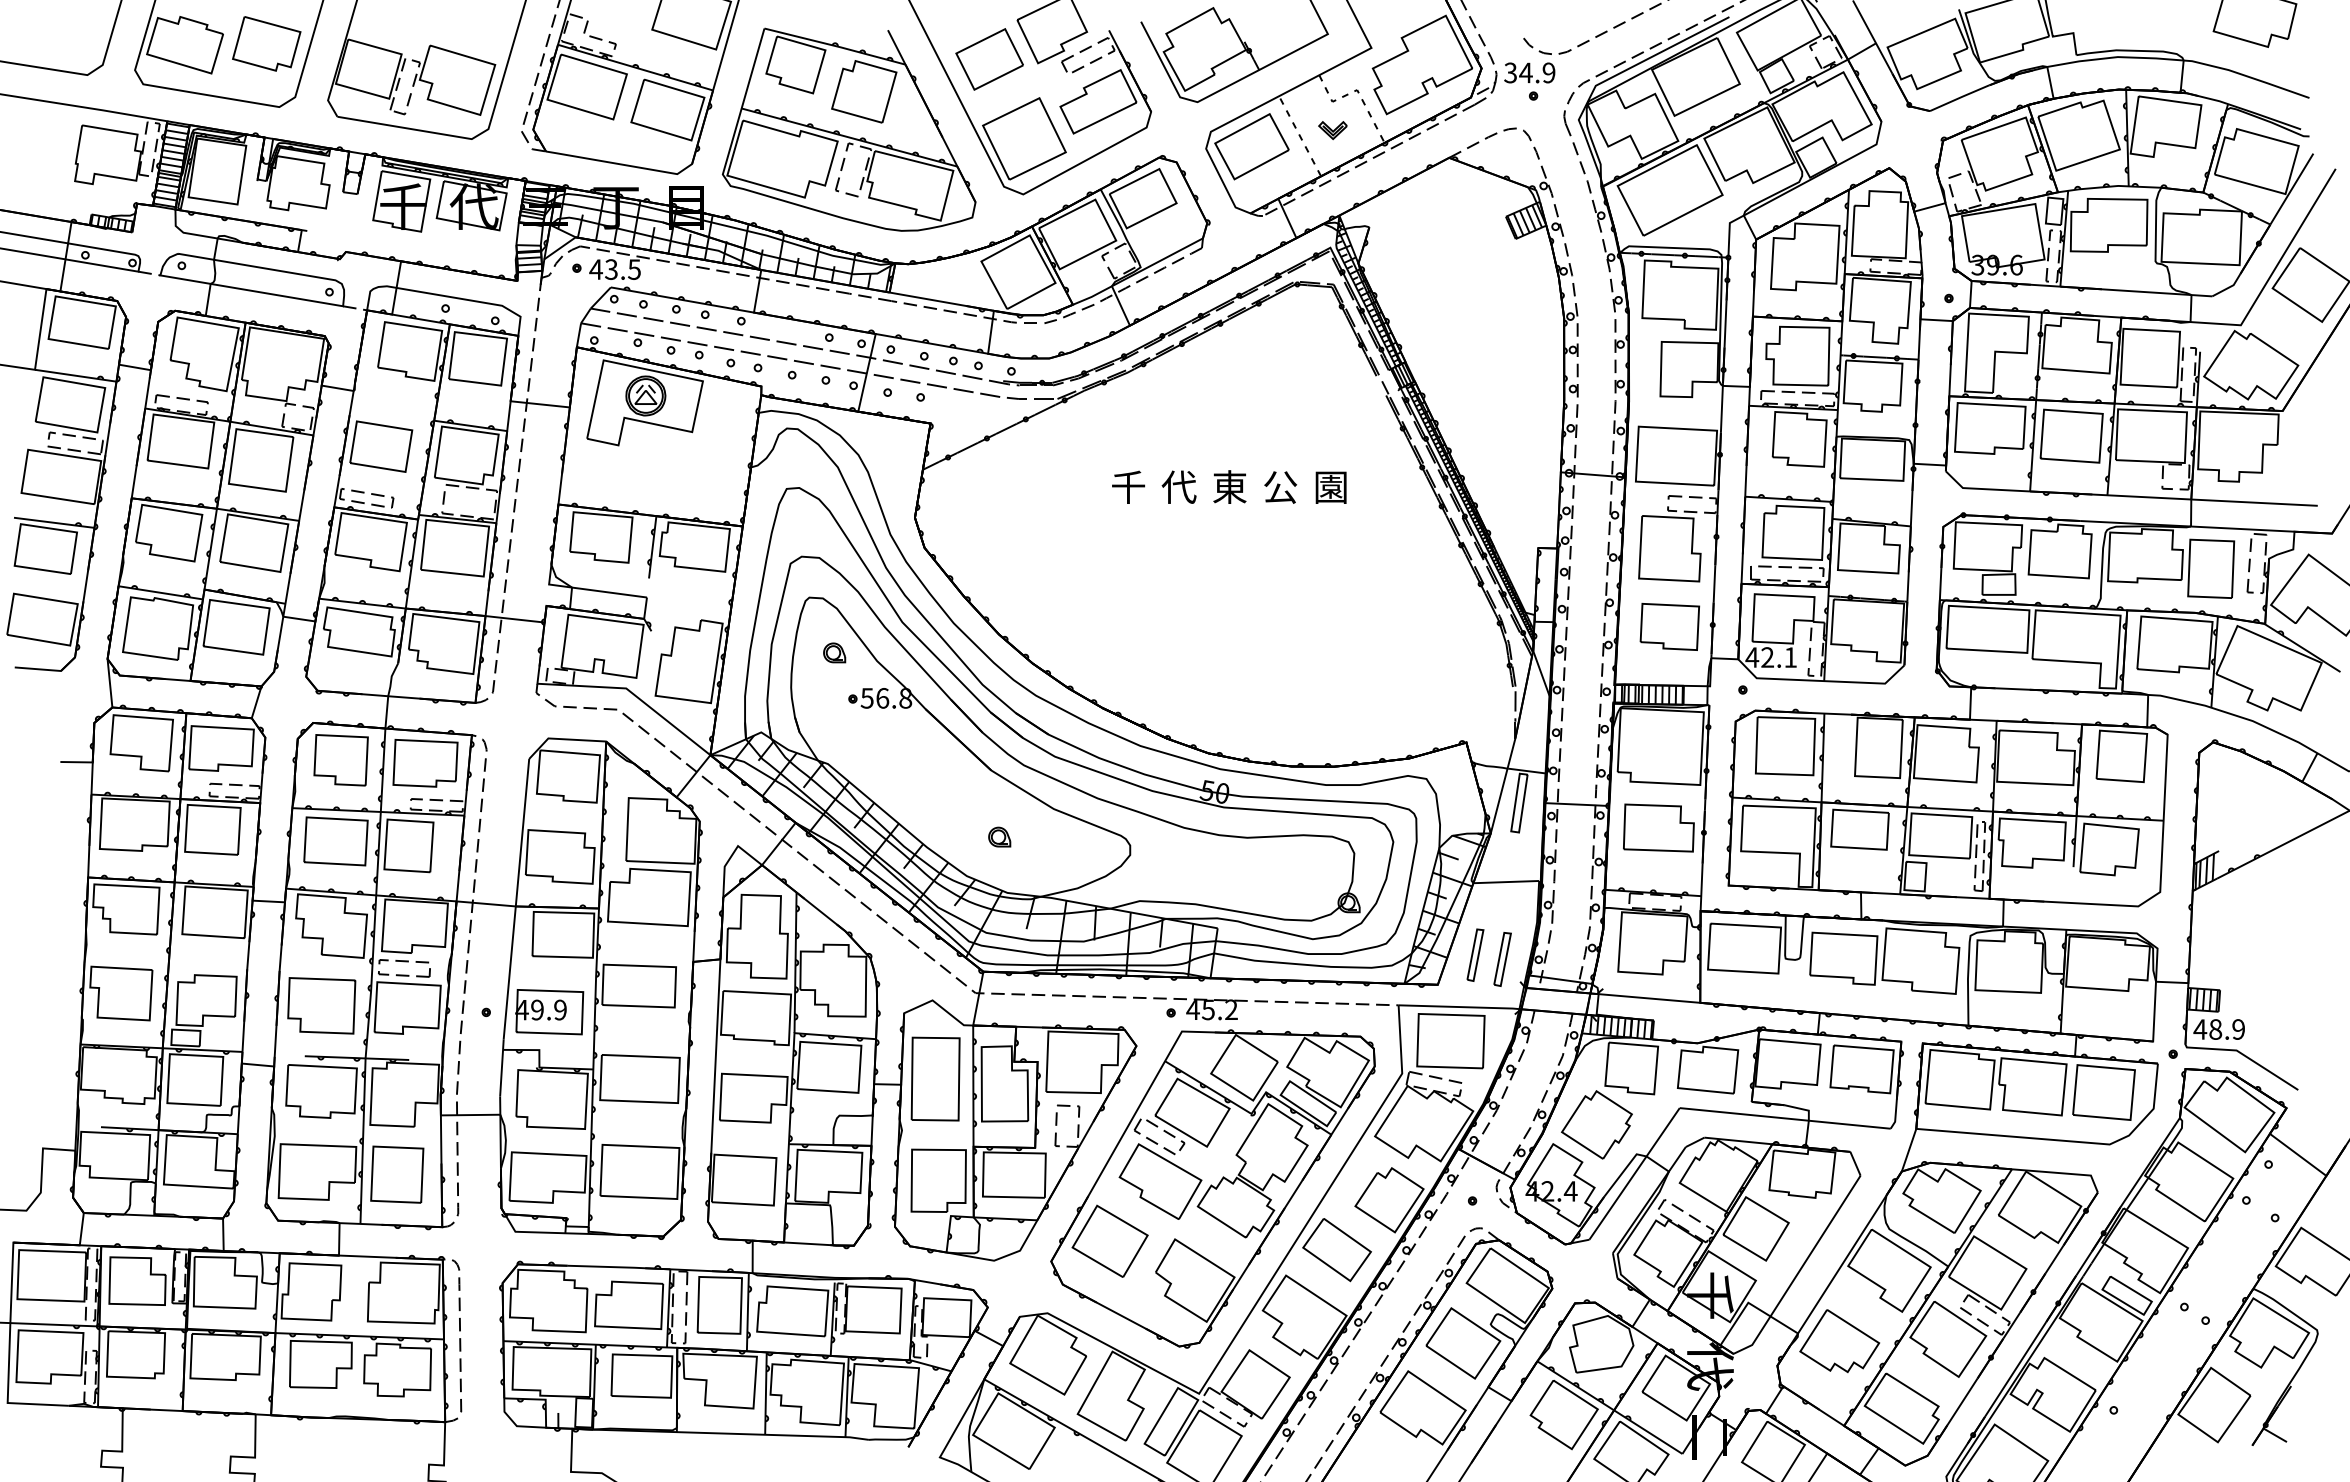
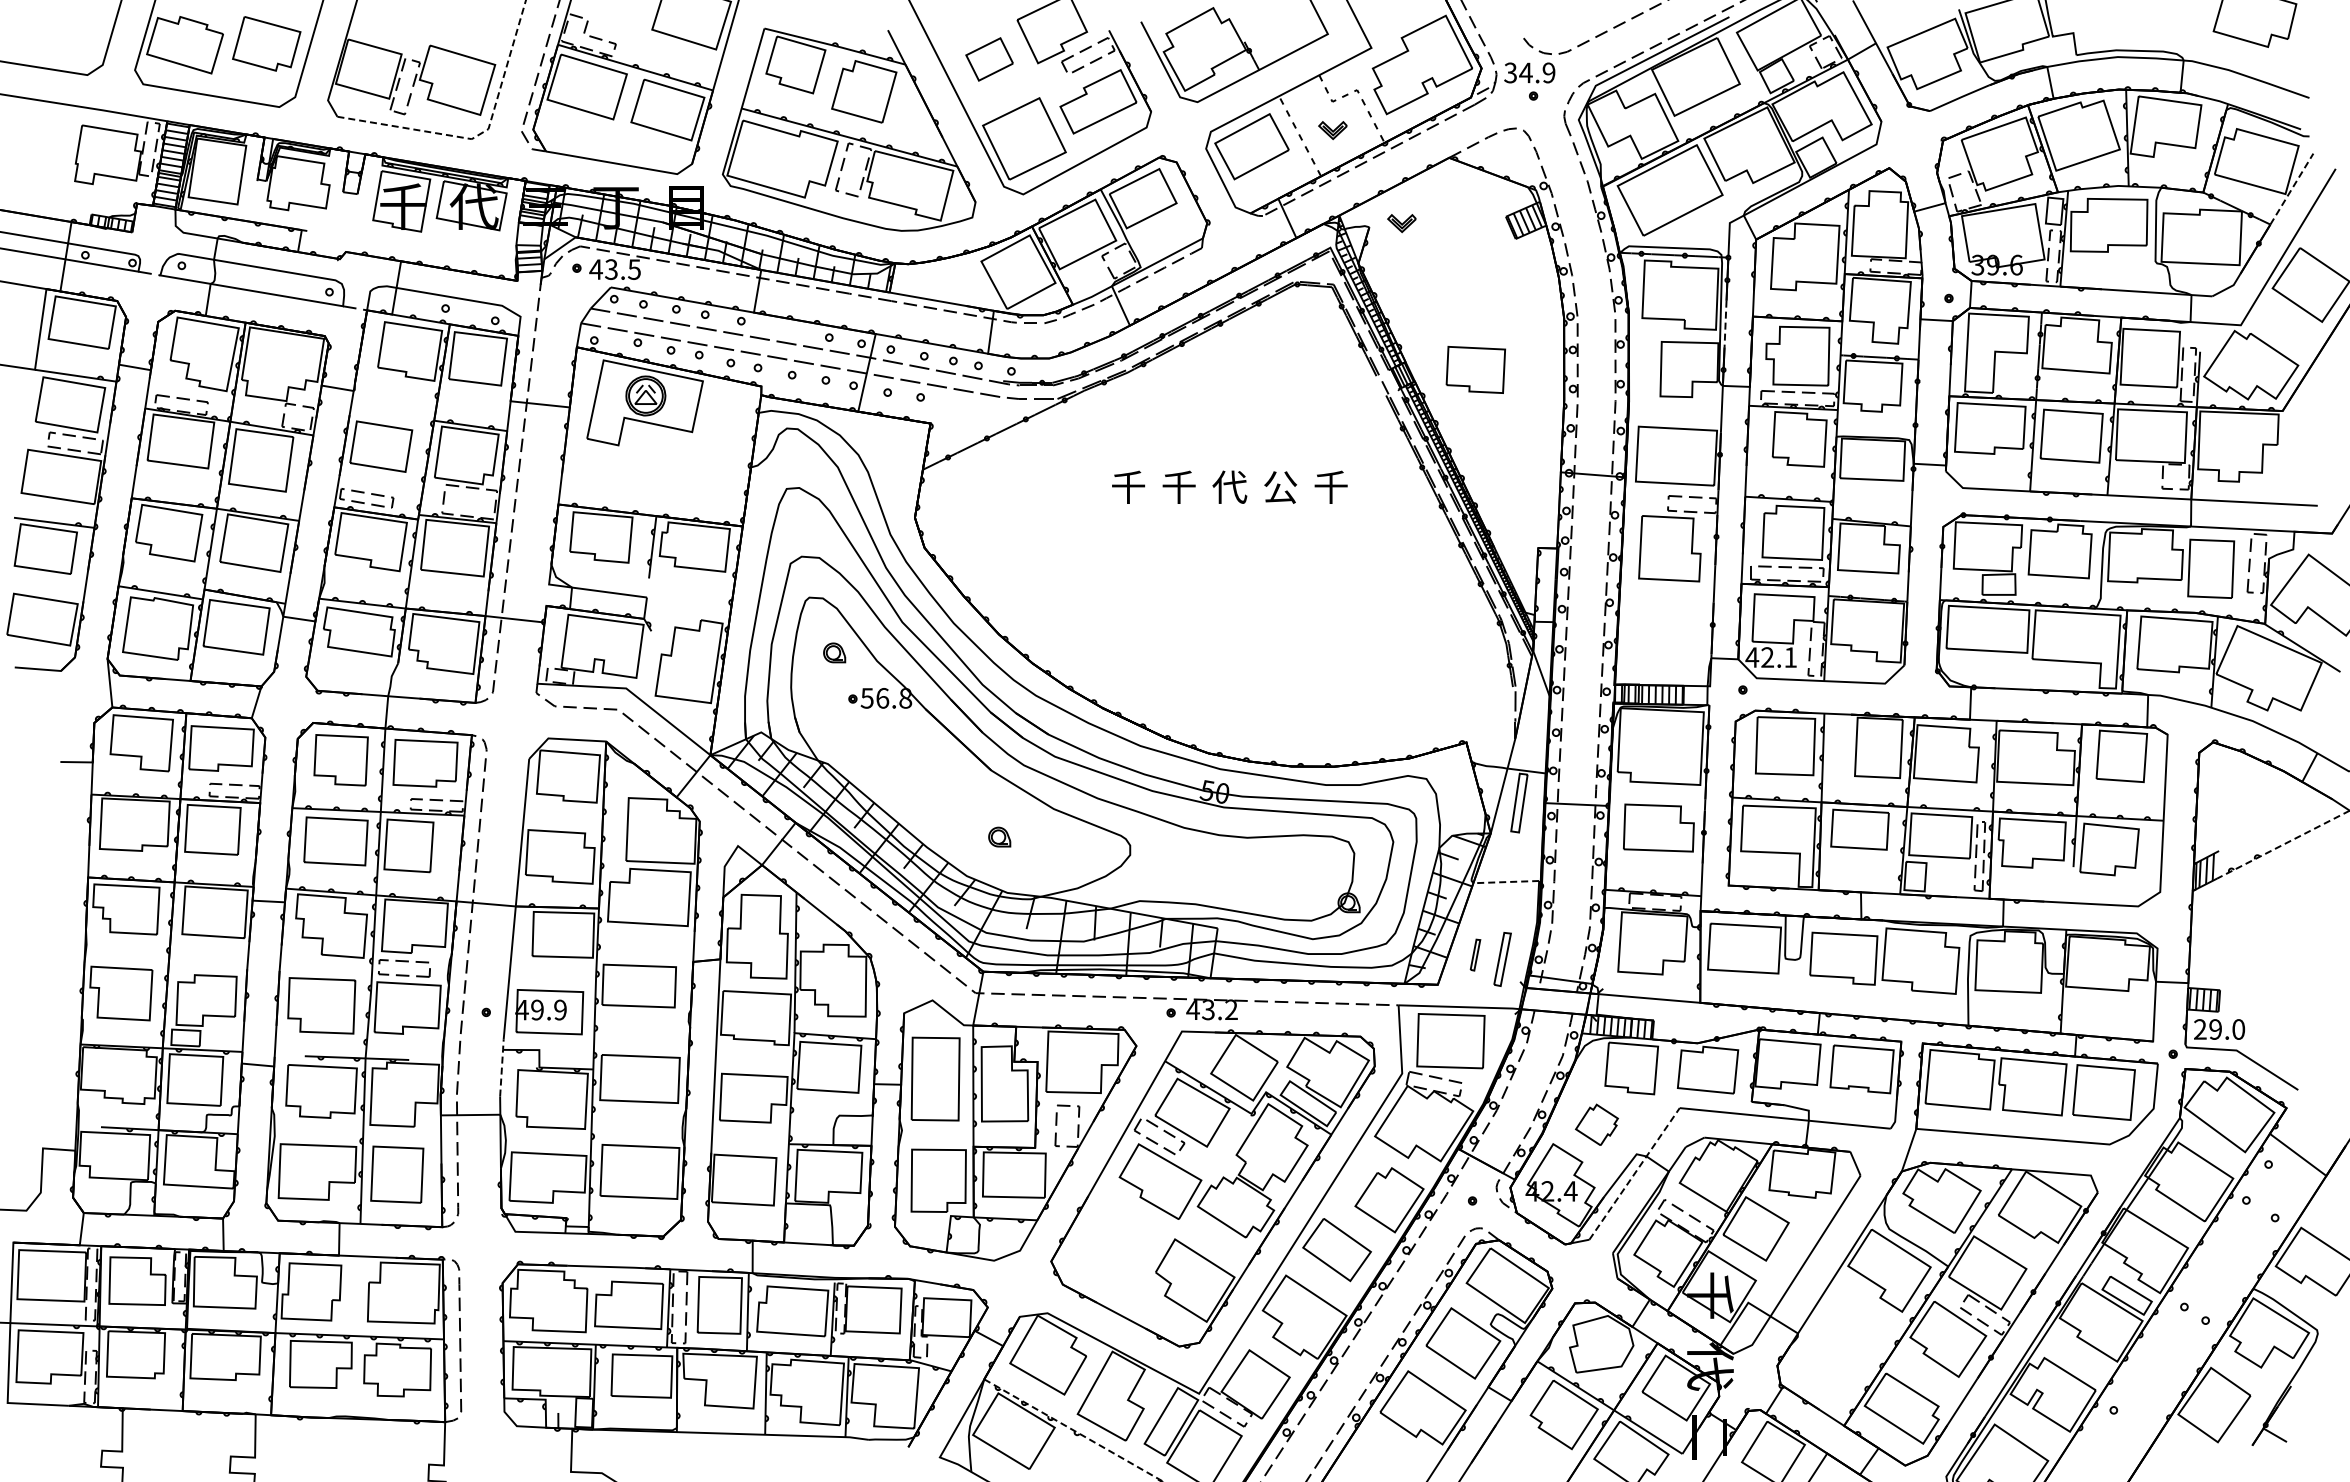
part at (989, 59) size: 69x63 px -> 49x45 px
line at (479, 134): solid -> dashed
line at (2292, 188): solid -> dashed
part at (1401, 223): none -> present
line at (1725, 324): solid -> dashed
text at (1178, 486): 代 -> 千
text at (1229, 486): 東 -> 代
text at (1330, 486): 園 -> 千
part at (1669, 626) position: (1669, 626) -> (1475, 369)
line at (2283, 844): solid -> dashed
line at (1506, 882): solid -> dashed
part at (1475, 954) size: 19x54 px -> 13x34 px
text at (1208, 1009): 45.2 -> 43.2
text at (2219, 1029): 48.9 -> 29.0
line at (502, 1066): solid -> dashed
part at (1596, 1124) size: 72x70 px -> 44x43 px
line at (1634, 1173): solid -> dashed
part at (1109, 1240): present -> none
part at (1839, 1341): present -> none
line at (1074, 1430): solid -> dashed
